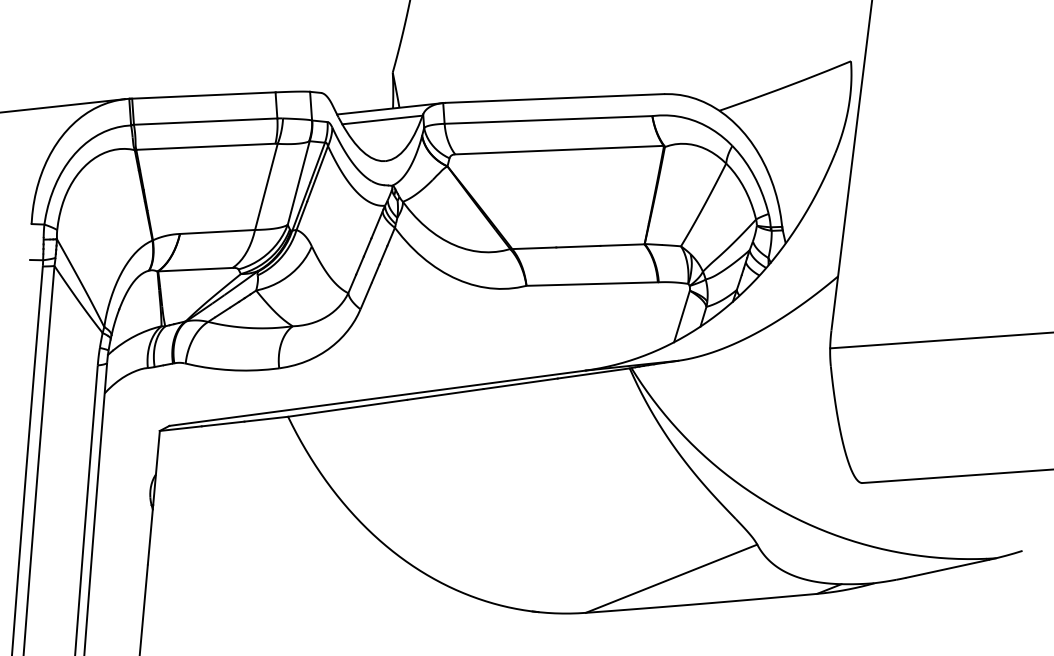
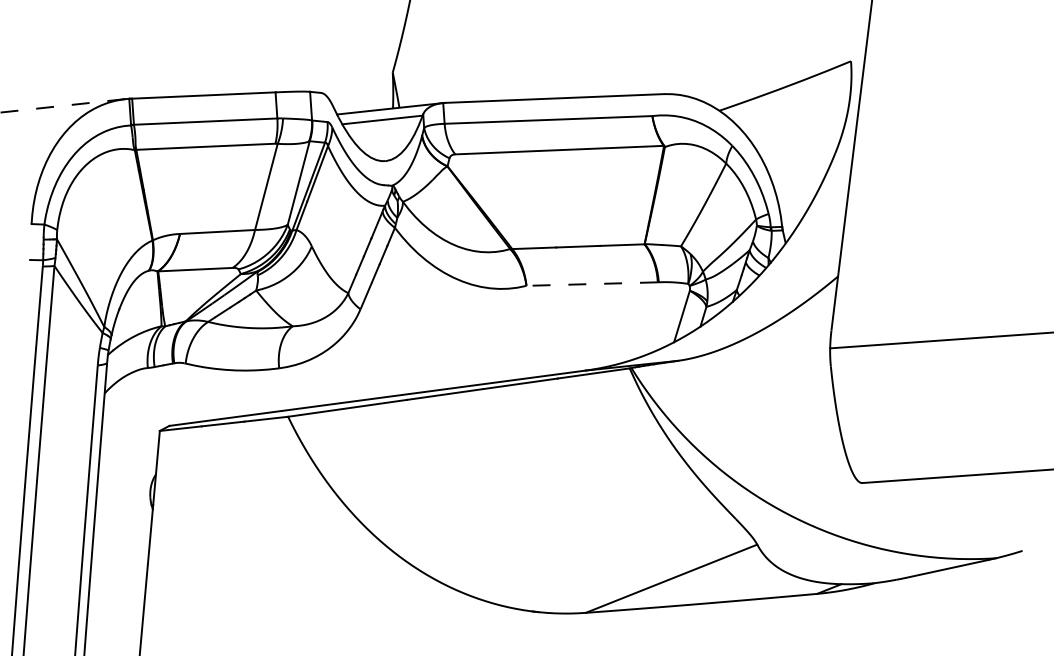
line at (62, 105): solid -> dashed
line at (592, 284): solid -> dashed
